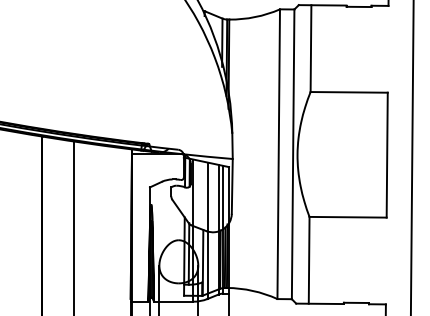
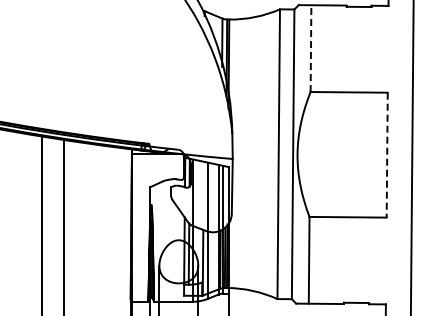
line at (311, 48): solid -> dashed
line at (387, 155): solid -> dashed
line at (74, 226) position: (74, 226) -> (64, 226)
